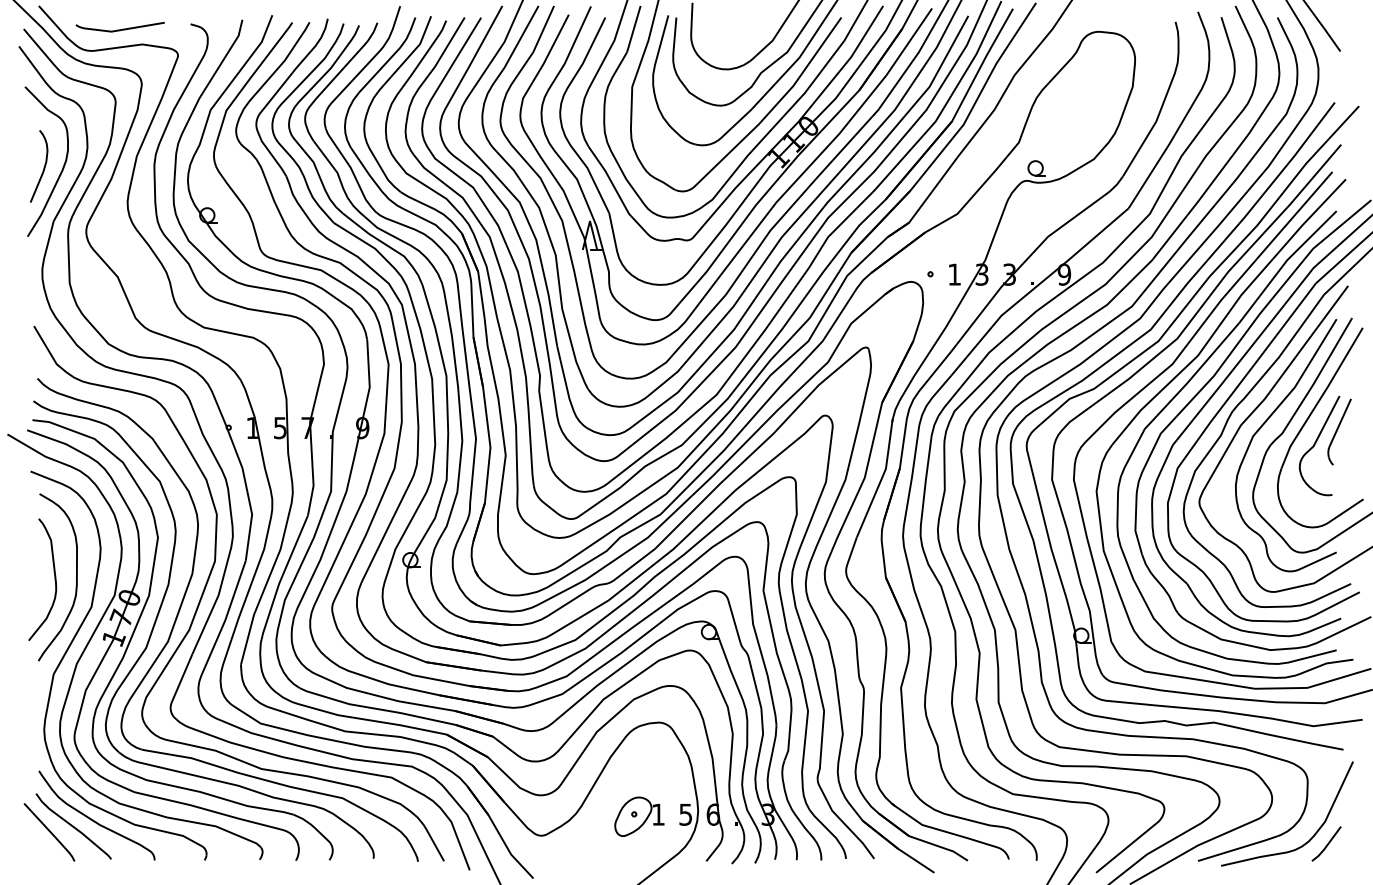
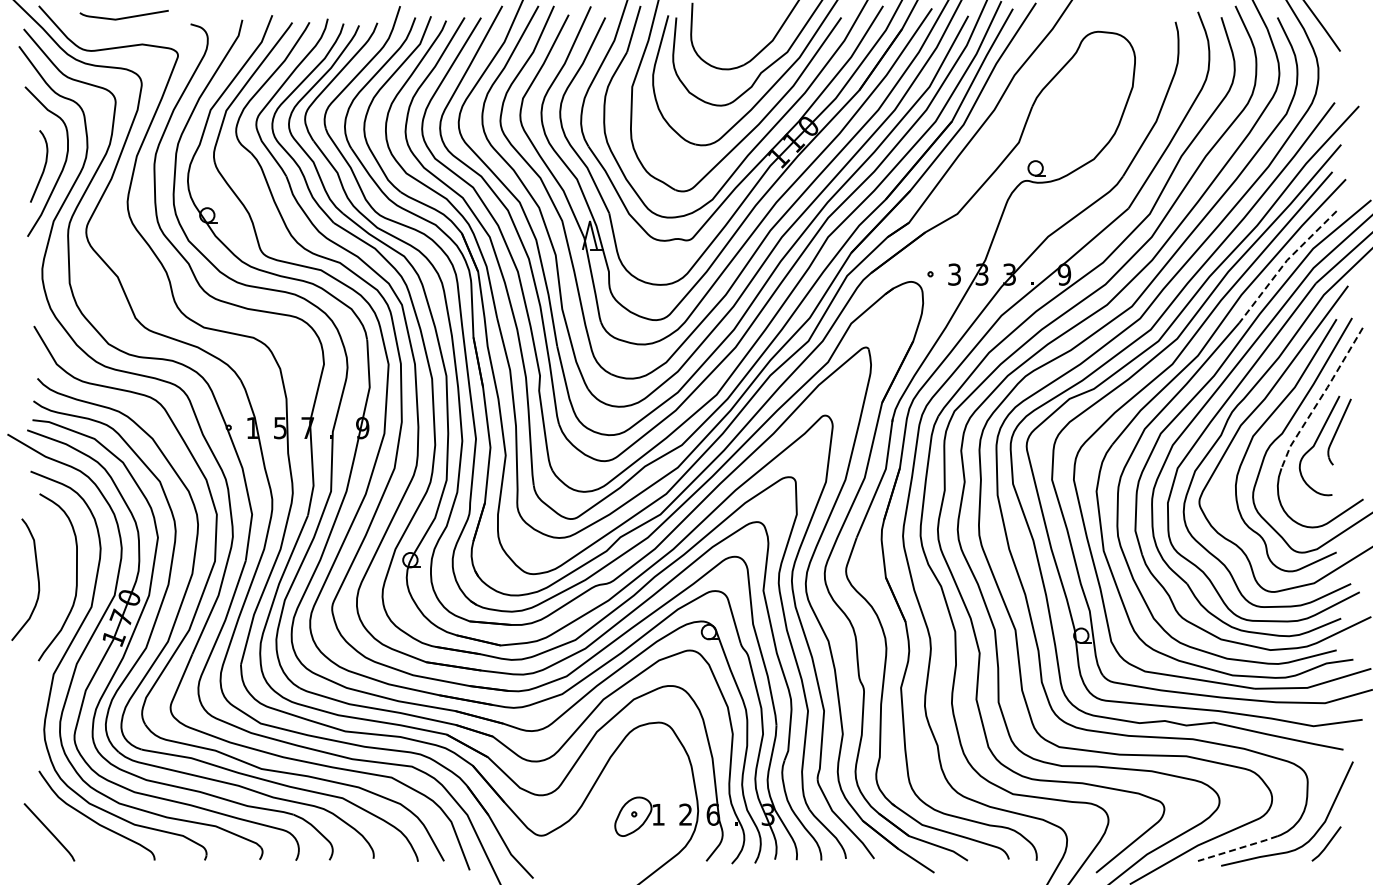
curve at (119, 29) position: (119, 29) -> (123, 17)
line at (1284, 263): solid -> dashed
text at (954, 274): 1 -> 3
line at (1321, 397): solid -> dashed
curve at (54, 579) position: (54, 579) -> (37, 579)
text at (685, 814): 5 -> 2
curve at (73, 826): present -> none
line at (1238, 848): solid -> dashed
